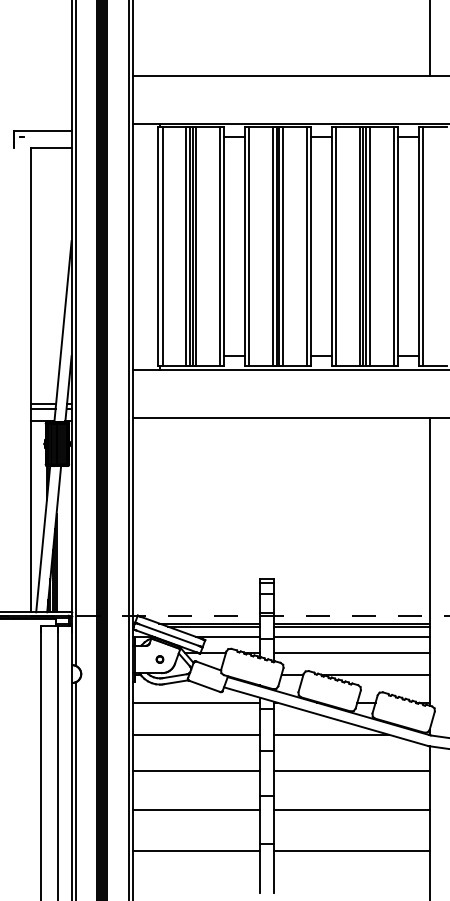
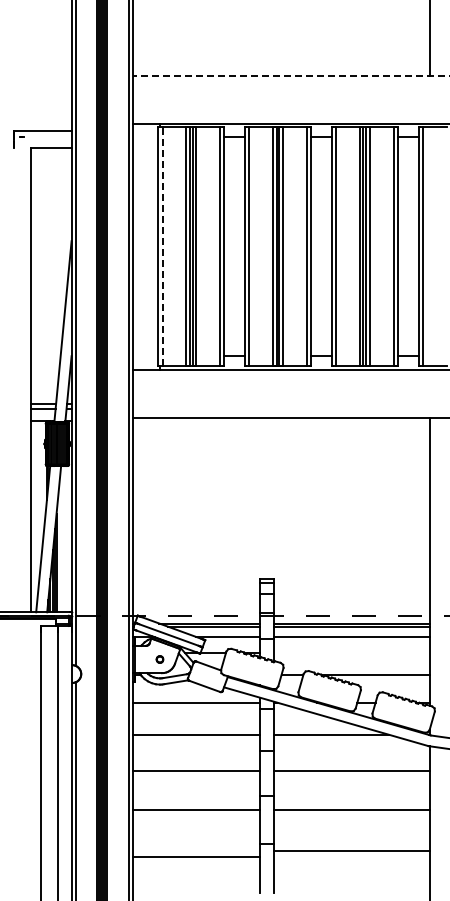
line at (291, 75): solid -> dashed
line at (162, 246): solid -> dashed
line at (351, 652): present -> none
line at (196, 851) position: (196, 851) -> (196, 857)
